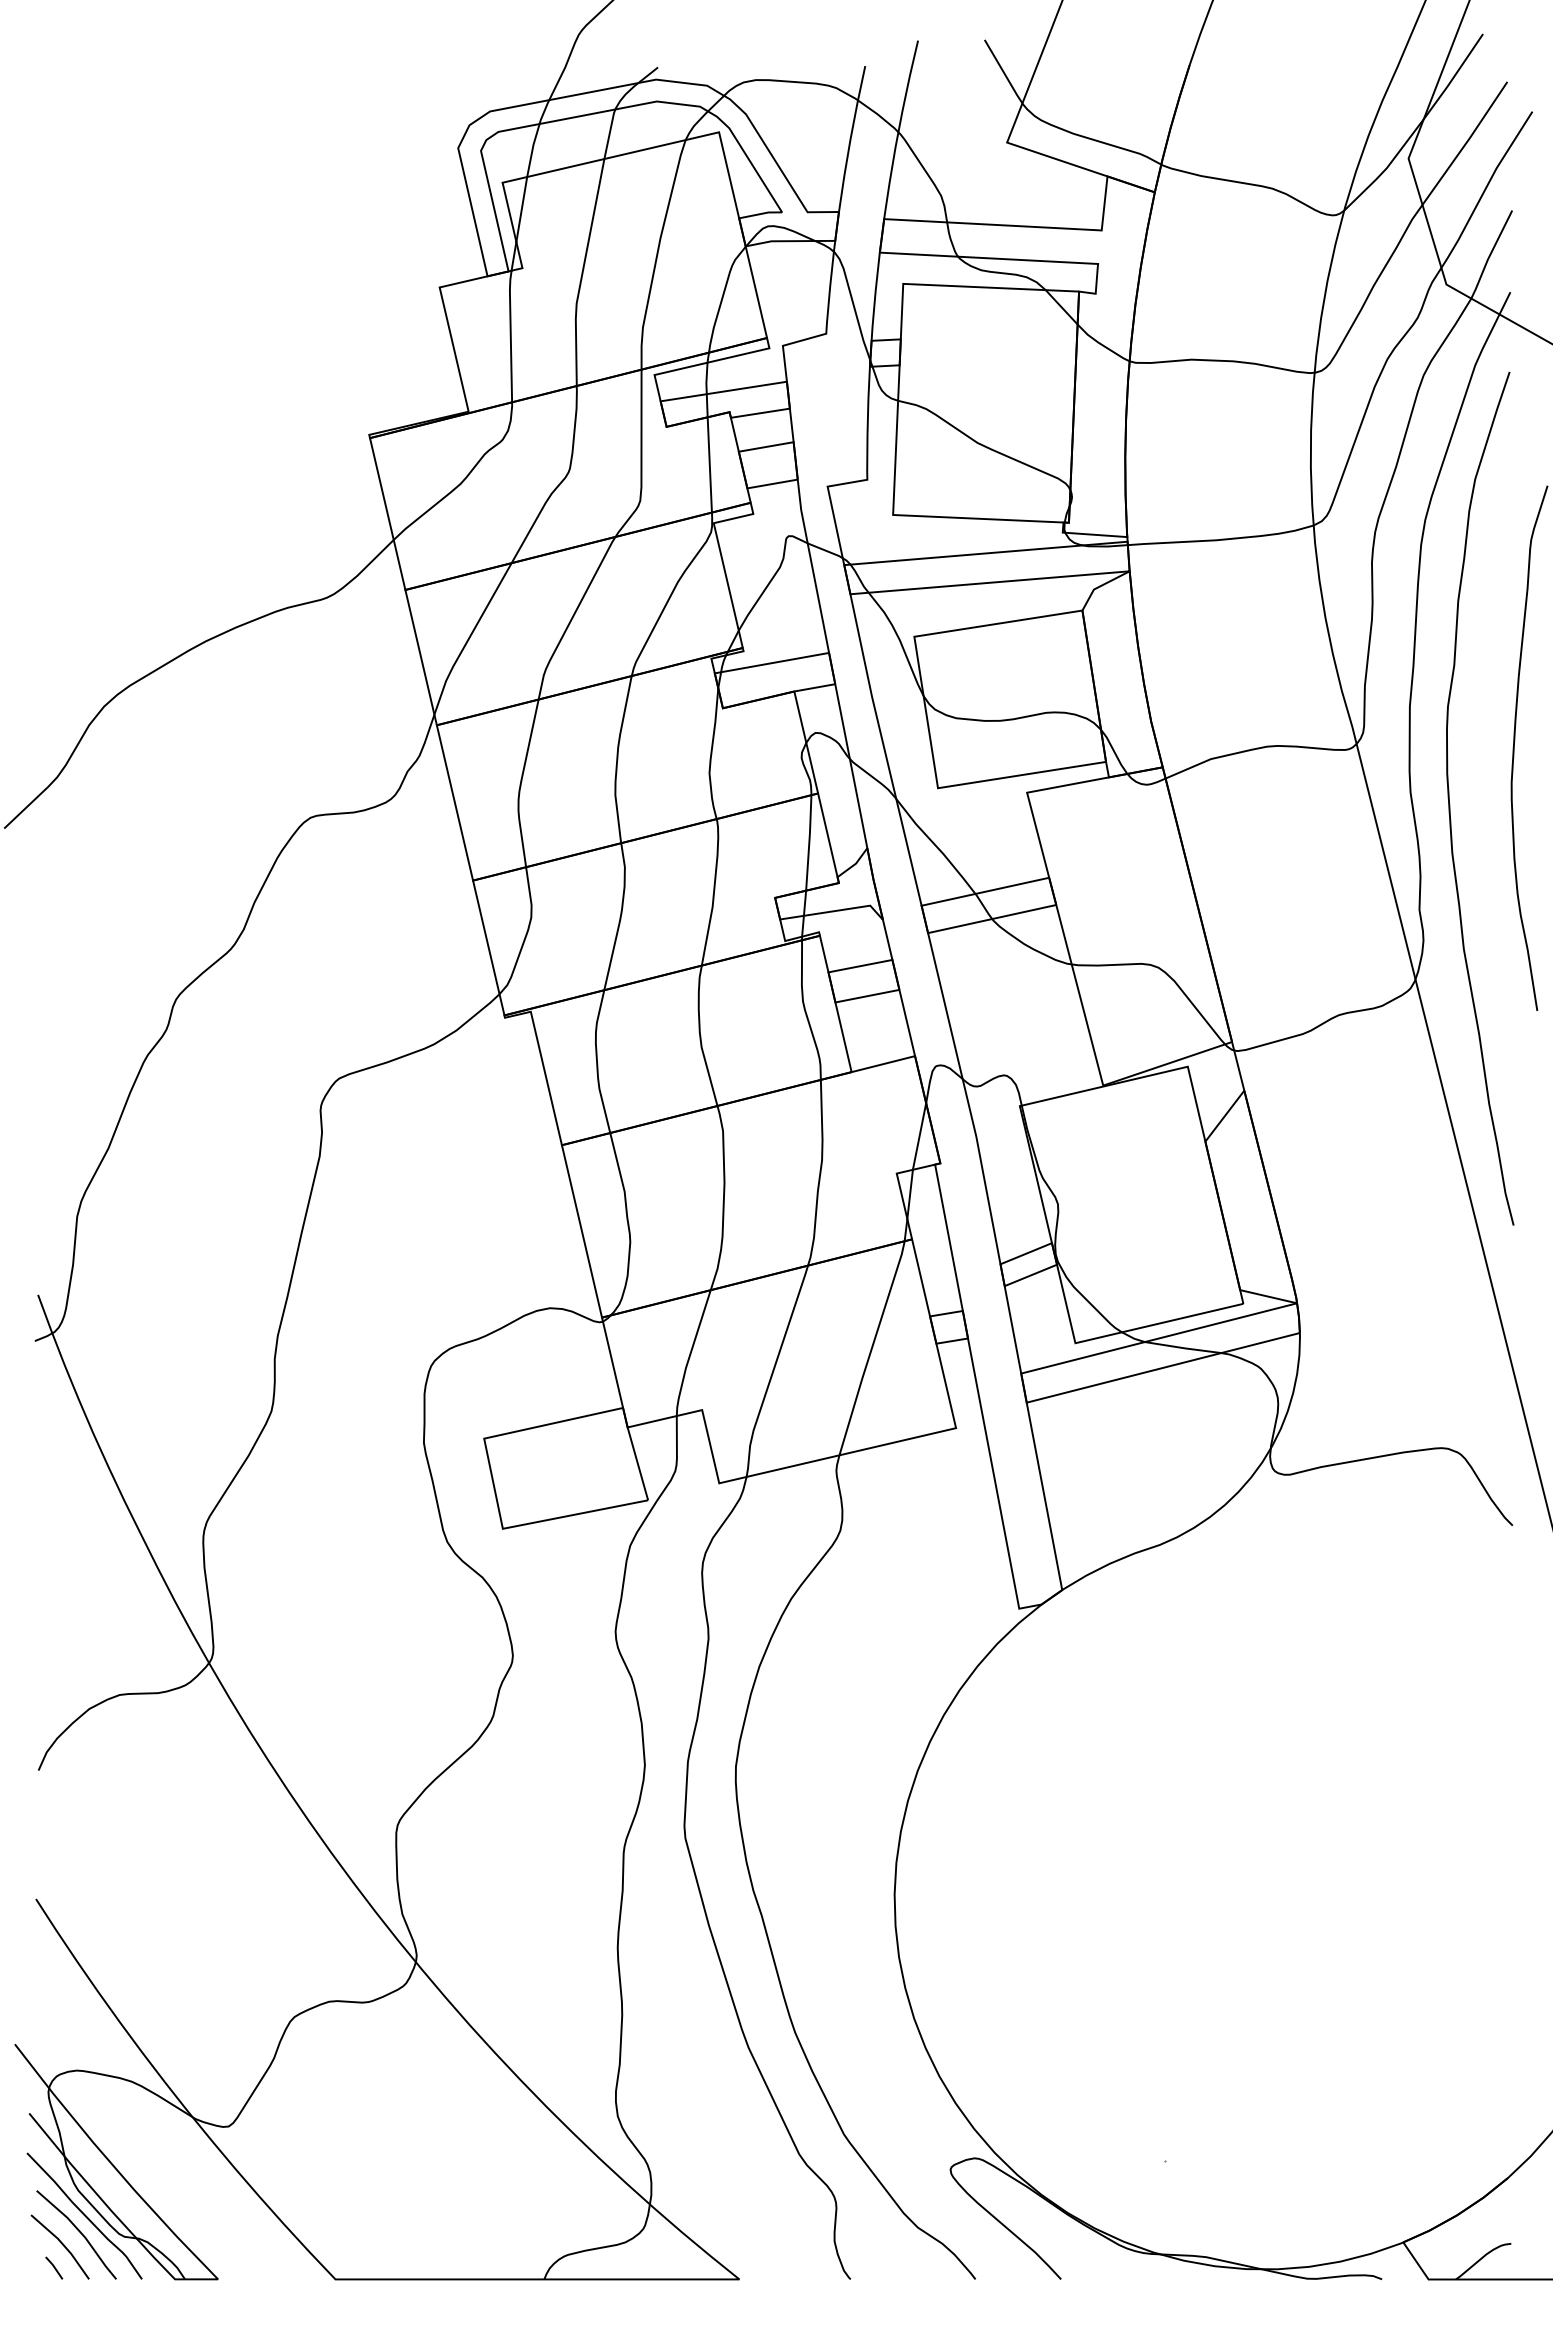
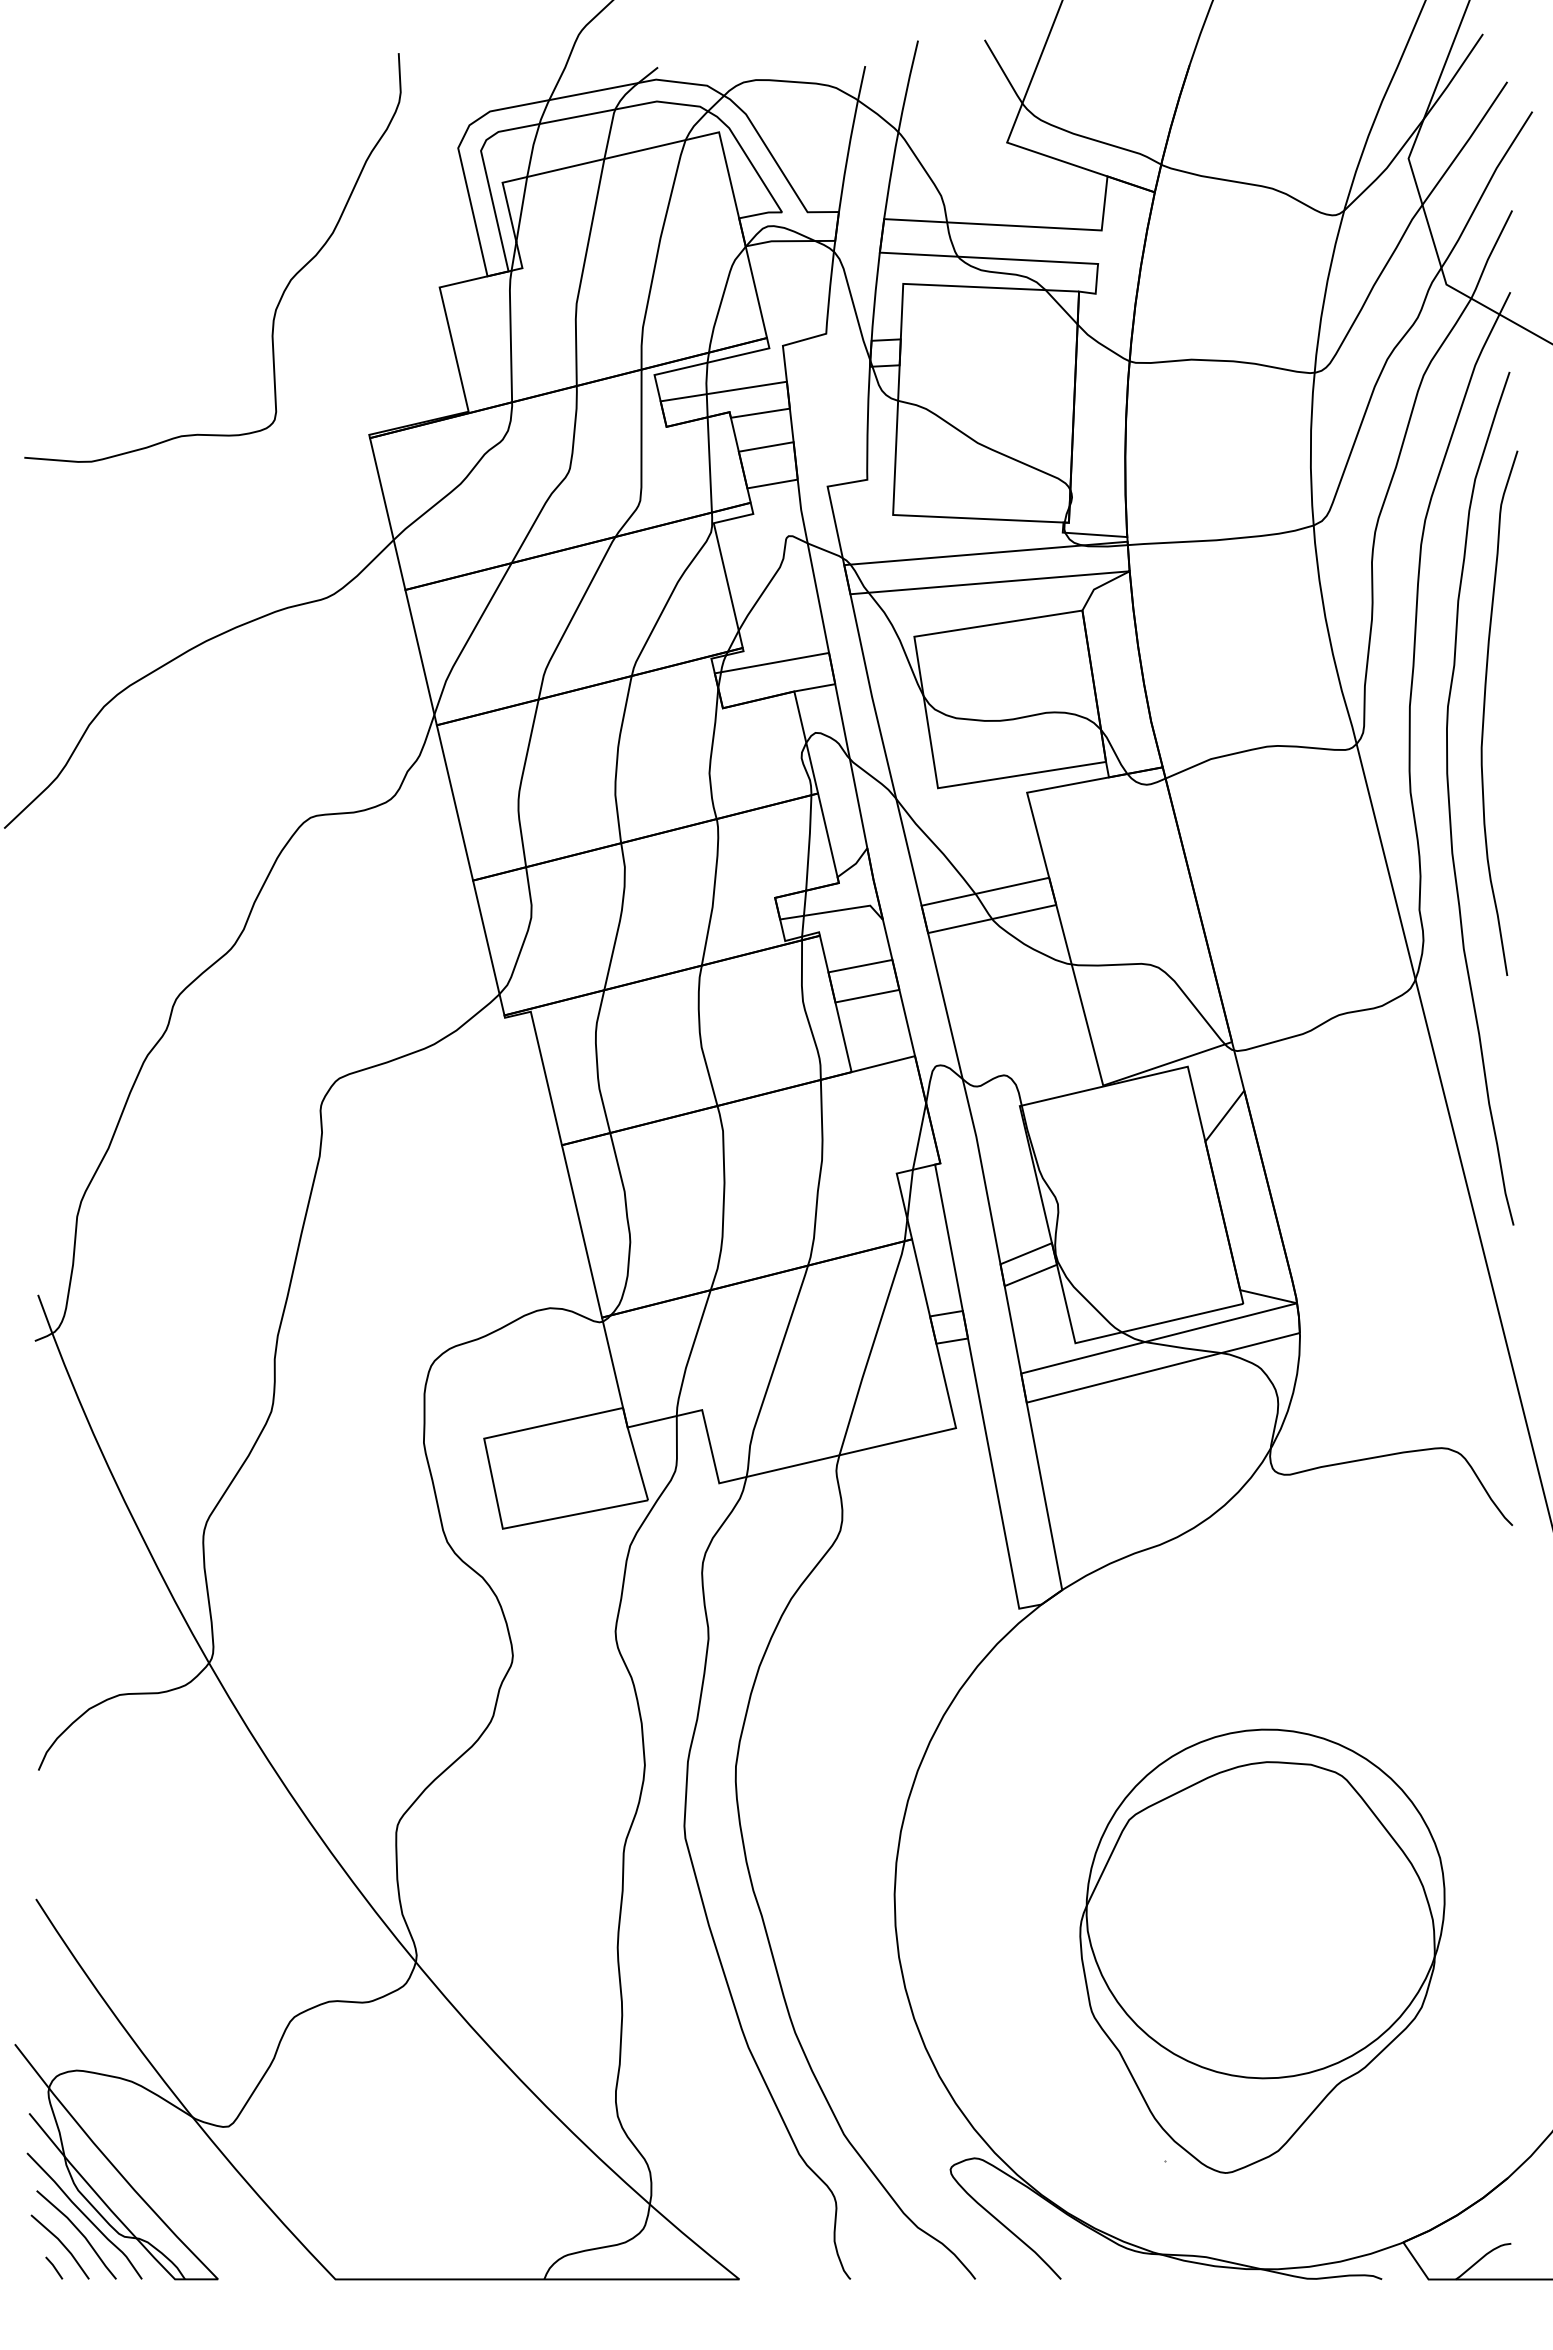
curve at (282, 292): none -> present
curve at (1514, 747) position: (1514, 747) -> (1484, 712)
part at (1262, 1950): none -> present
